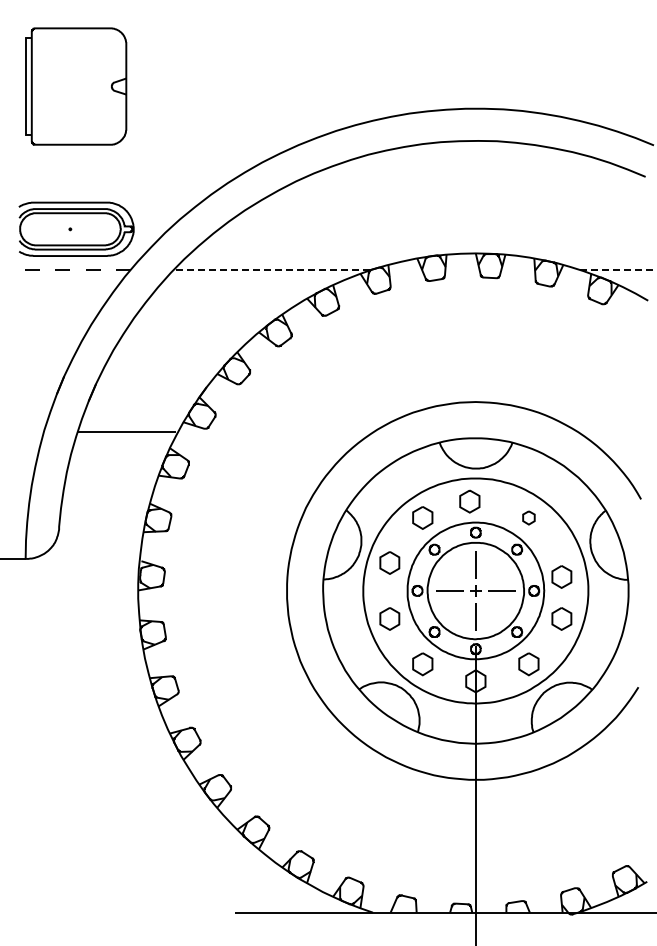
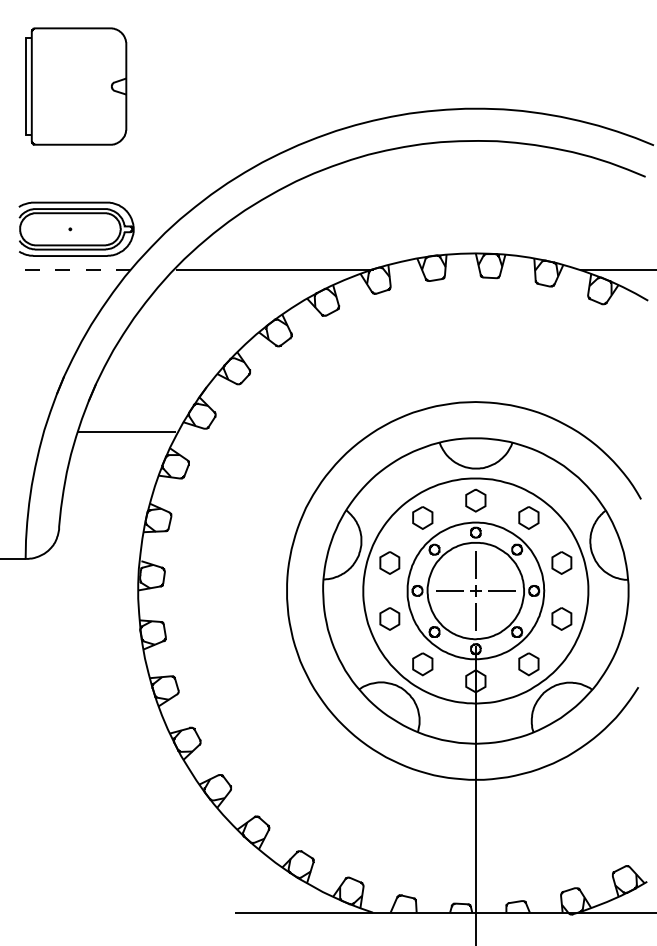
line at (275, 269): dashed -> solid
line at (618, 269): dashed -> solid
part at (469, 501) position: (469, 501) -> (475, 500)
part at (528, 517) size: 14x16 px -> 22x24 px
part at (561, 576) position: (561, 576) -> (561, 562)
